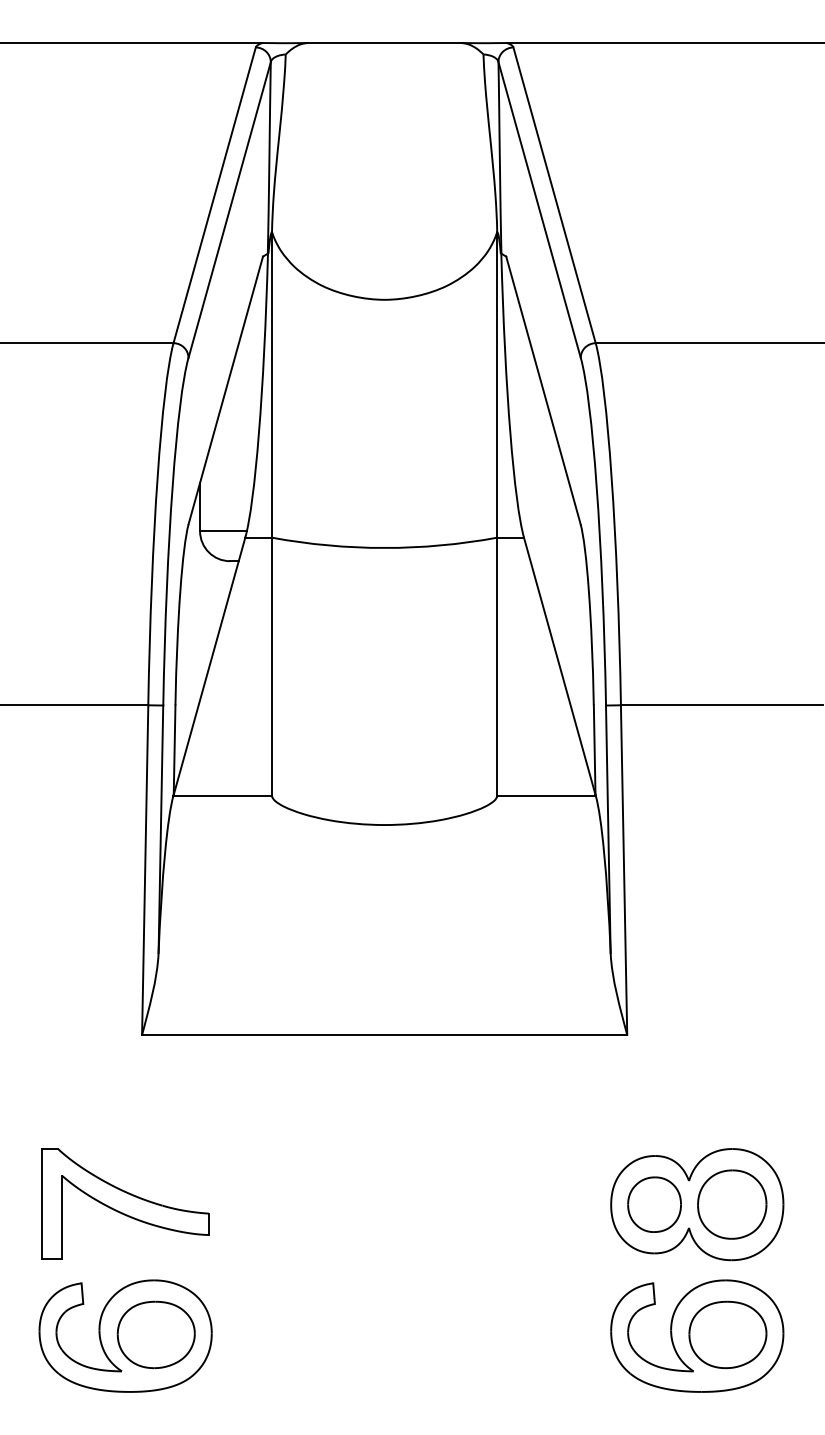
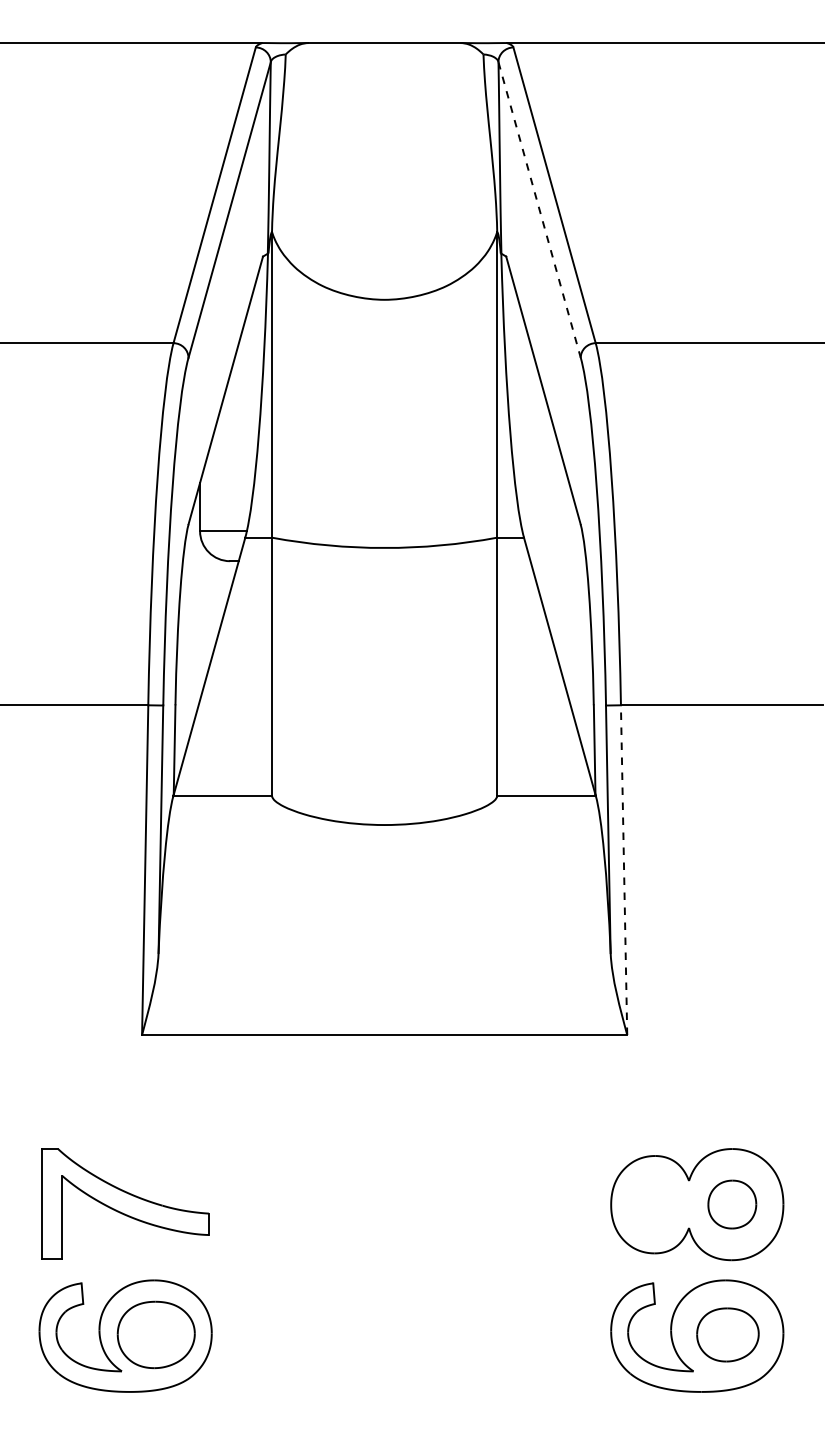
line at (539, 210): solid -> dashed
line at (624, 870): solid -> dashed
part at (654, 1204): present -> none
part at (732, 1204) size: 71x71 px -> 51x51 px
part at (727, 1334) size: 80x70 px -> 64x56 px
